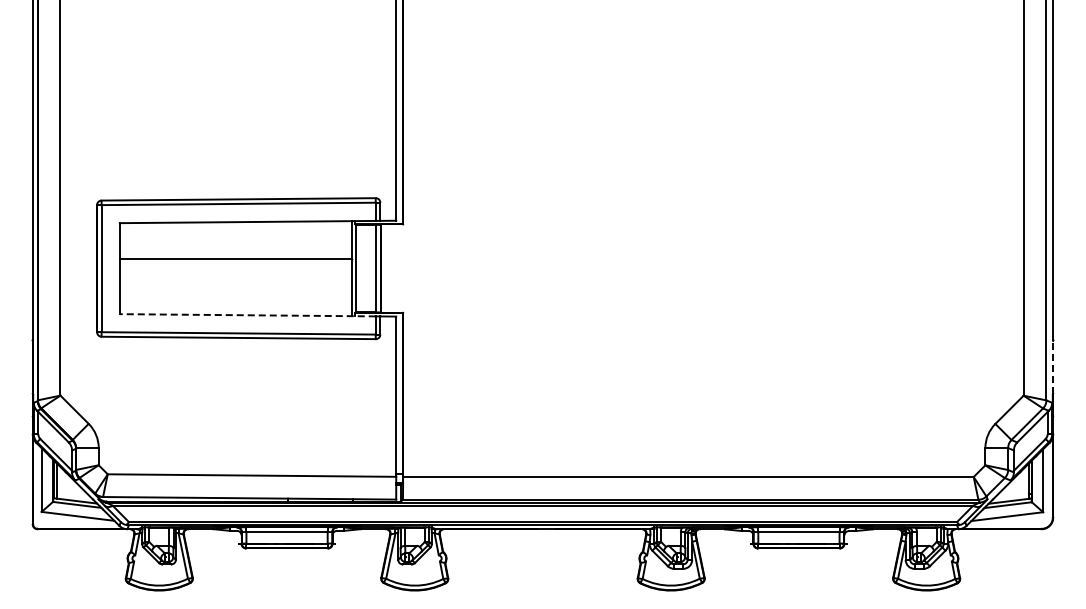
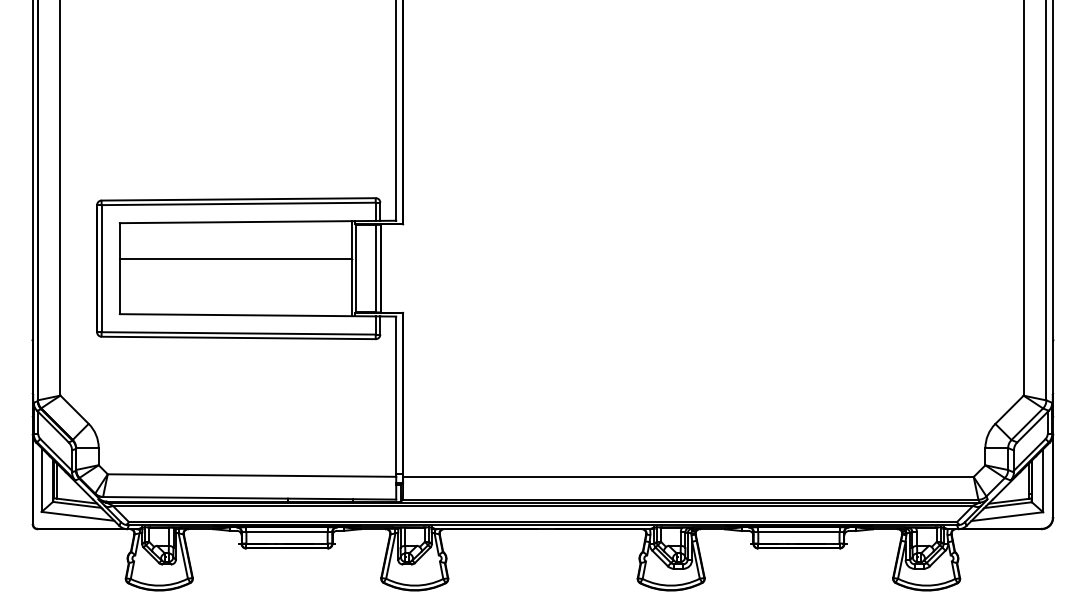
line at (247, 315): dashed -> solid
line at (1053, 366): dashed -> solid
